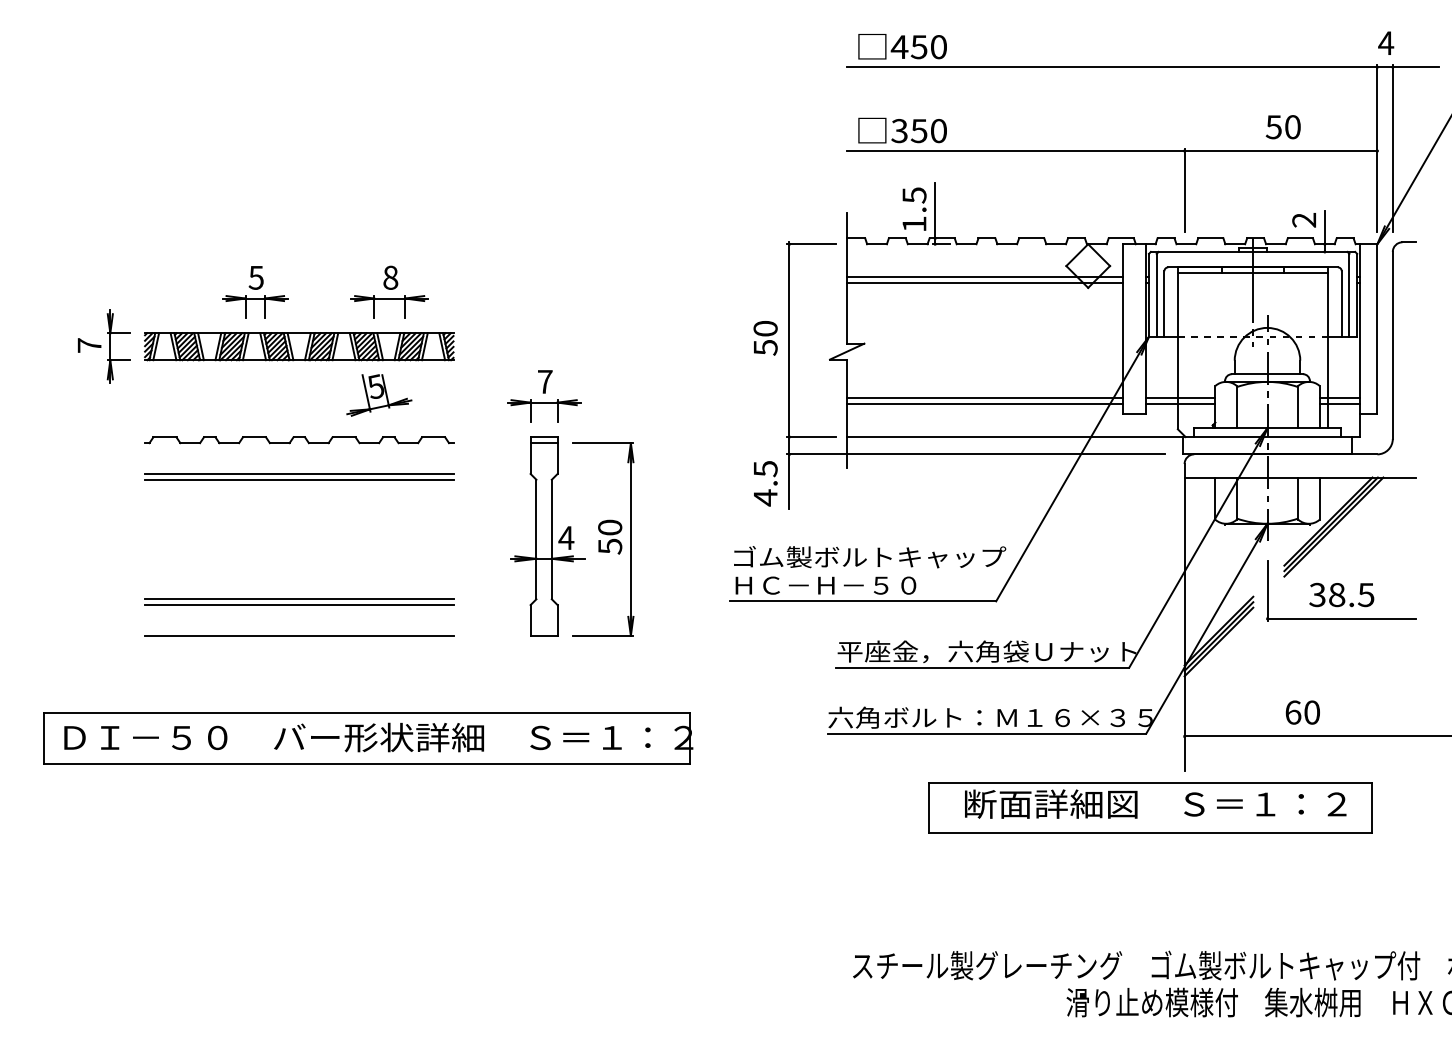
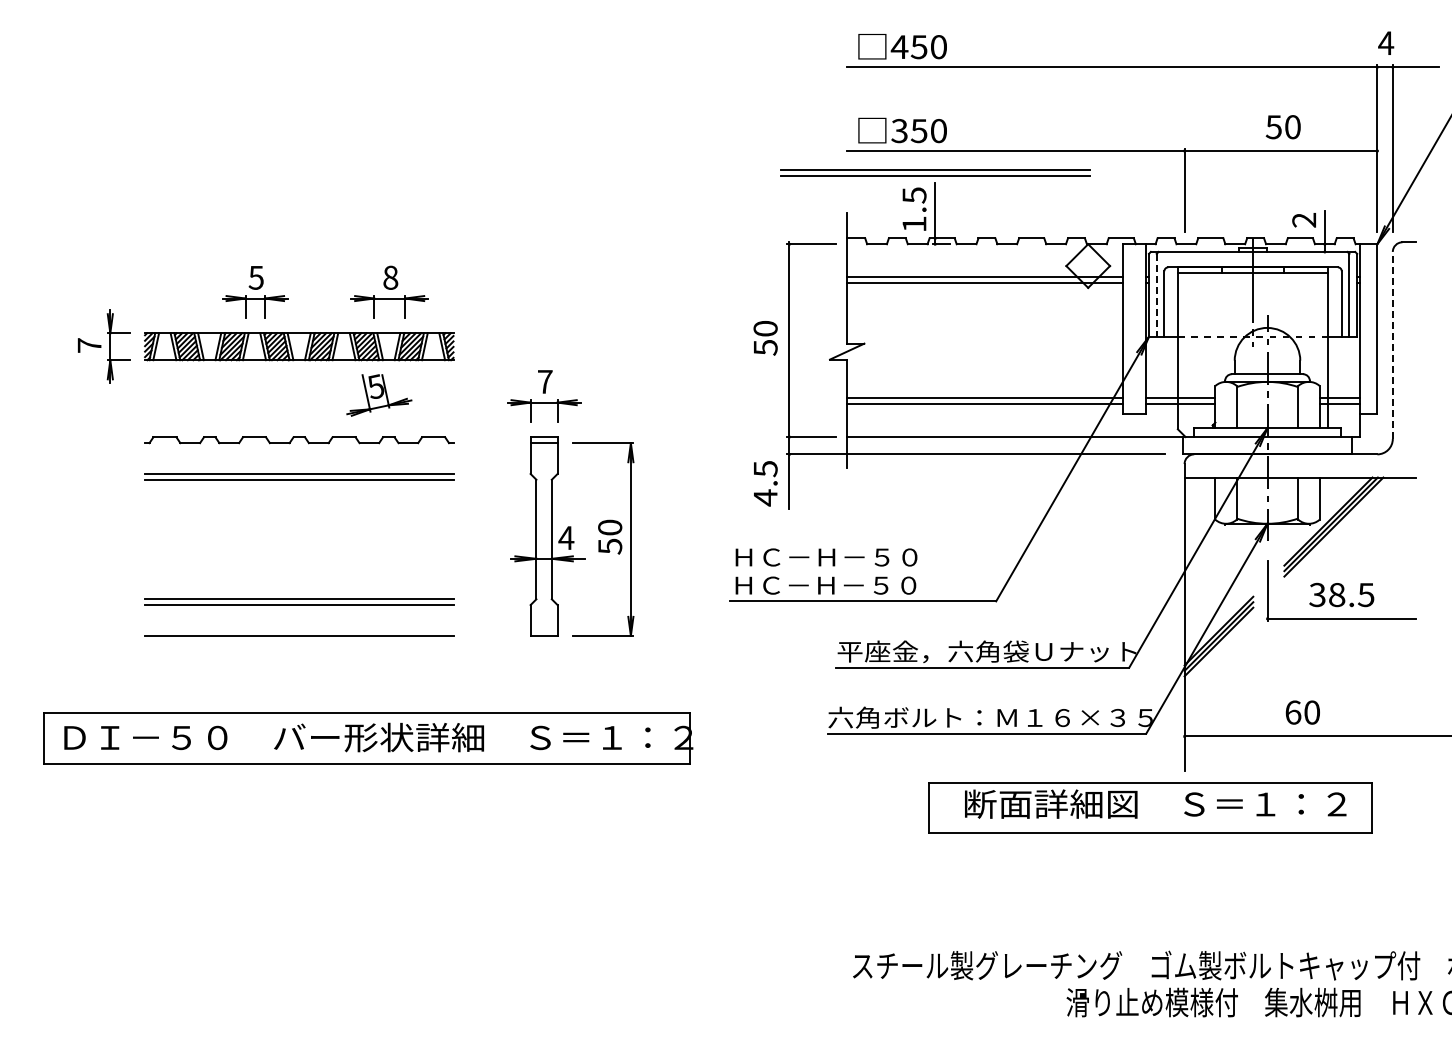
part at (935, 172): none -> present
line at (1156, 295): solid -> dashed
line at (1392, 345): solid -> dashed
text at (870, 557): ゴム製ボルトキャップ -> ＨＣ－Ｈ－５０
